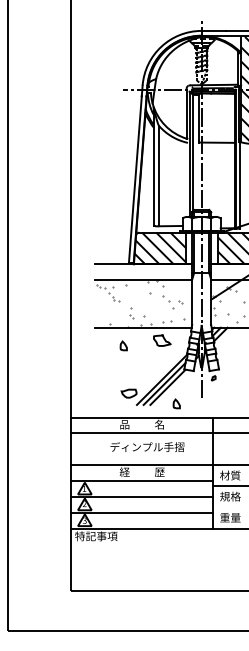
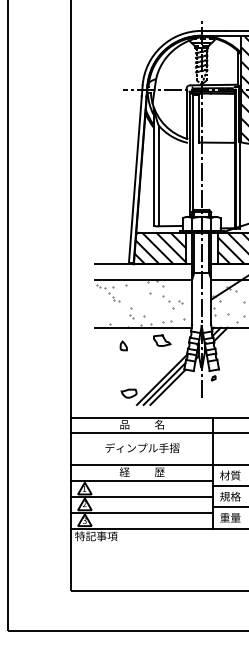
part at (176, 403): present -> none
text at (147, 446) position: (147, 446) -> (142, 447)
line at (229, 507): none -> present
